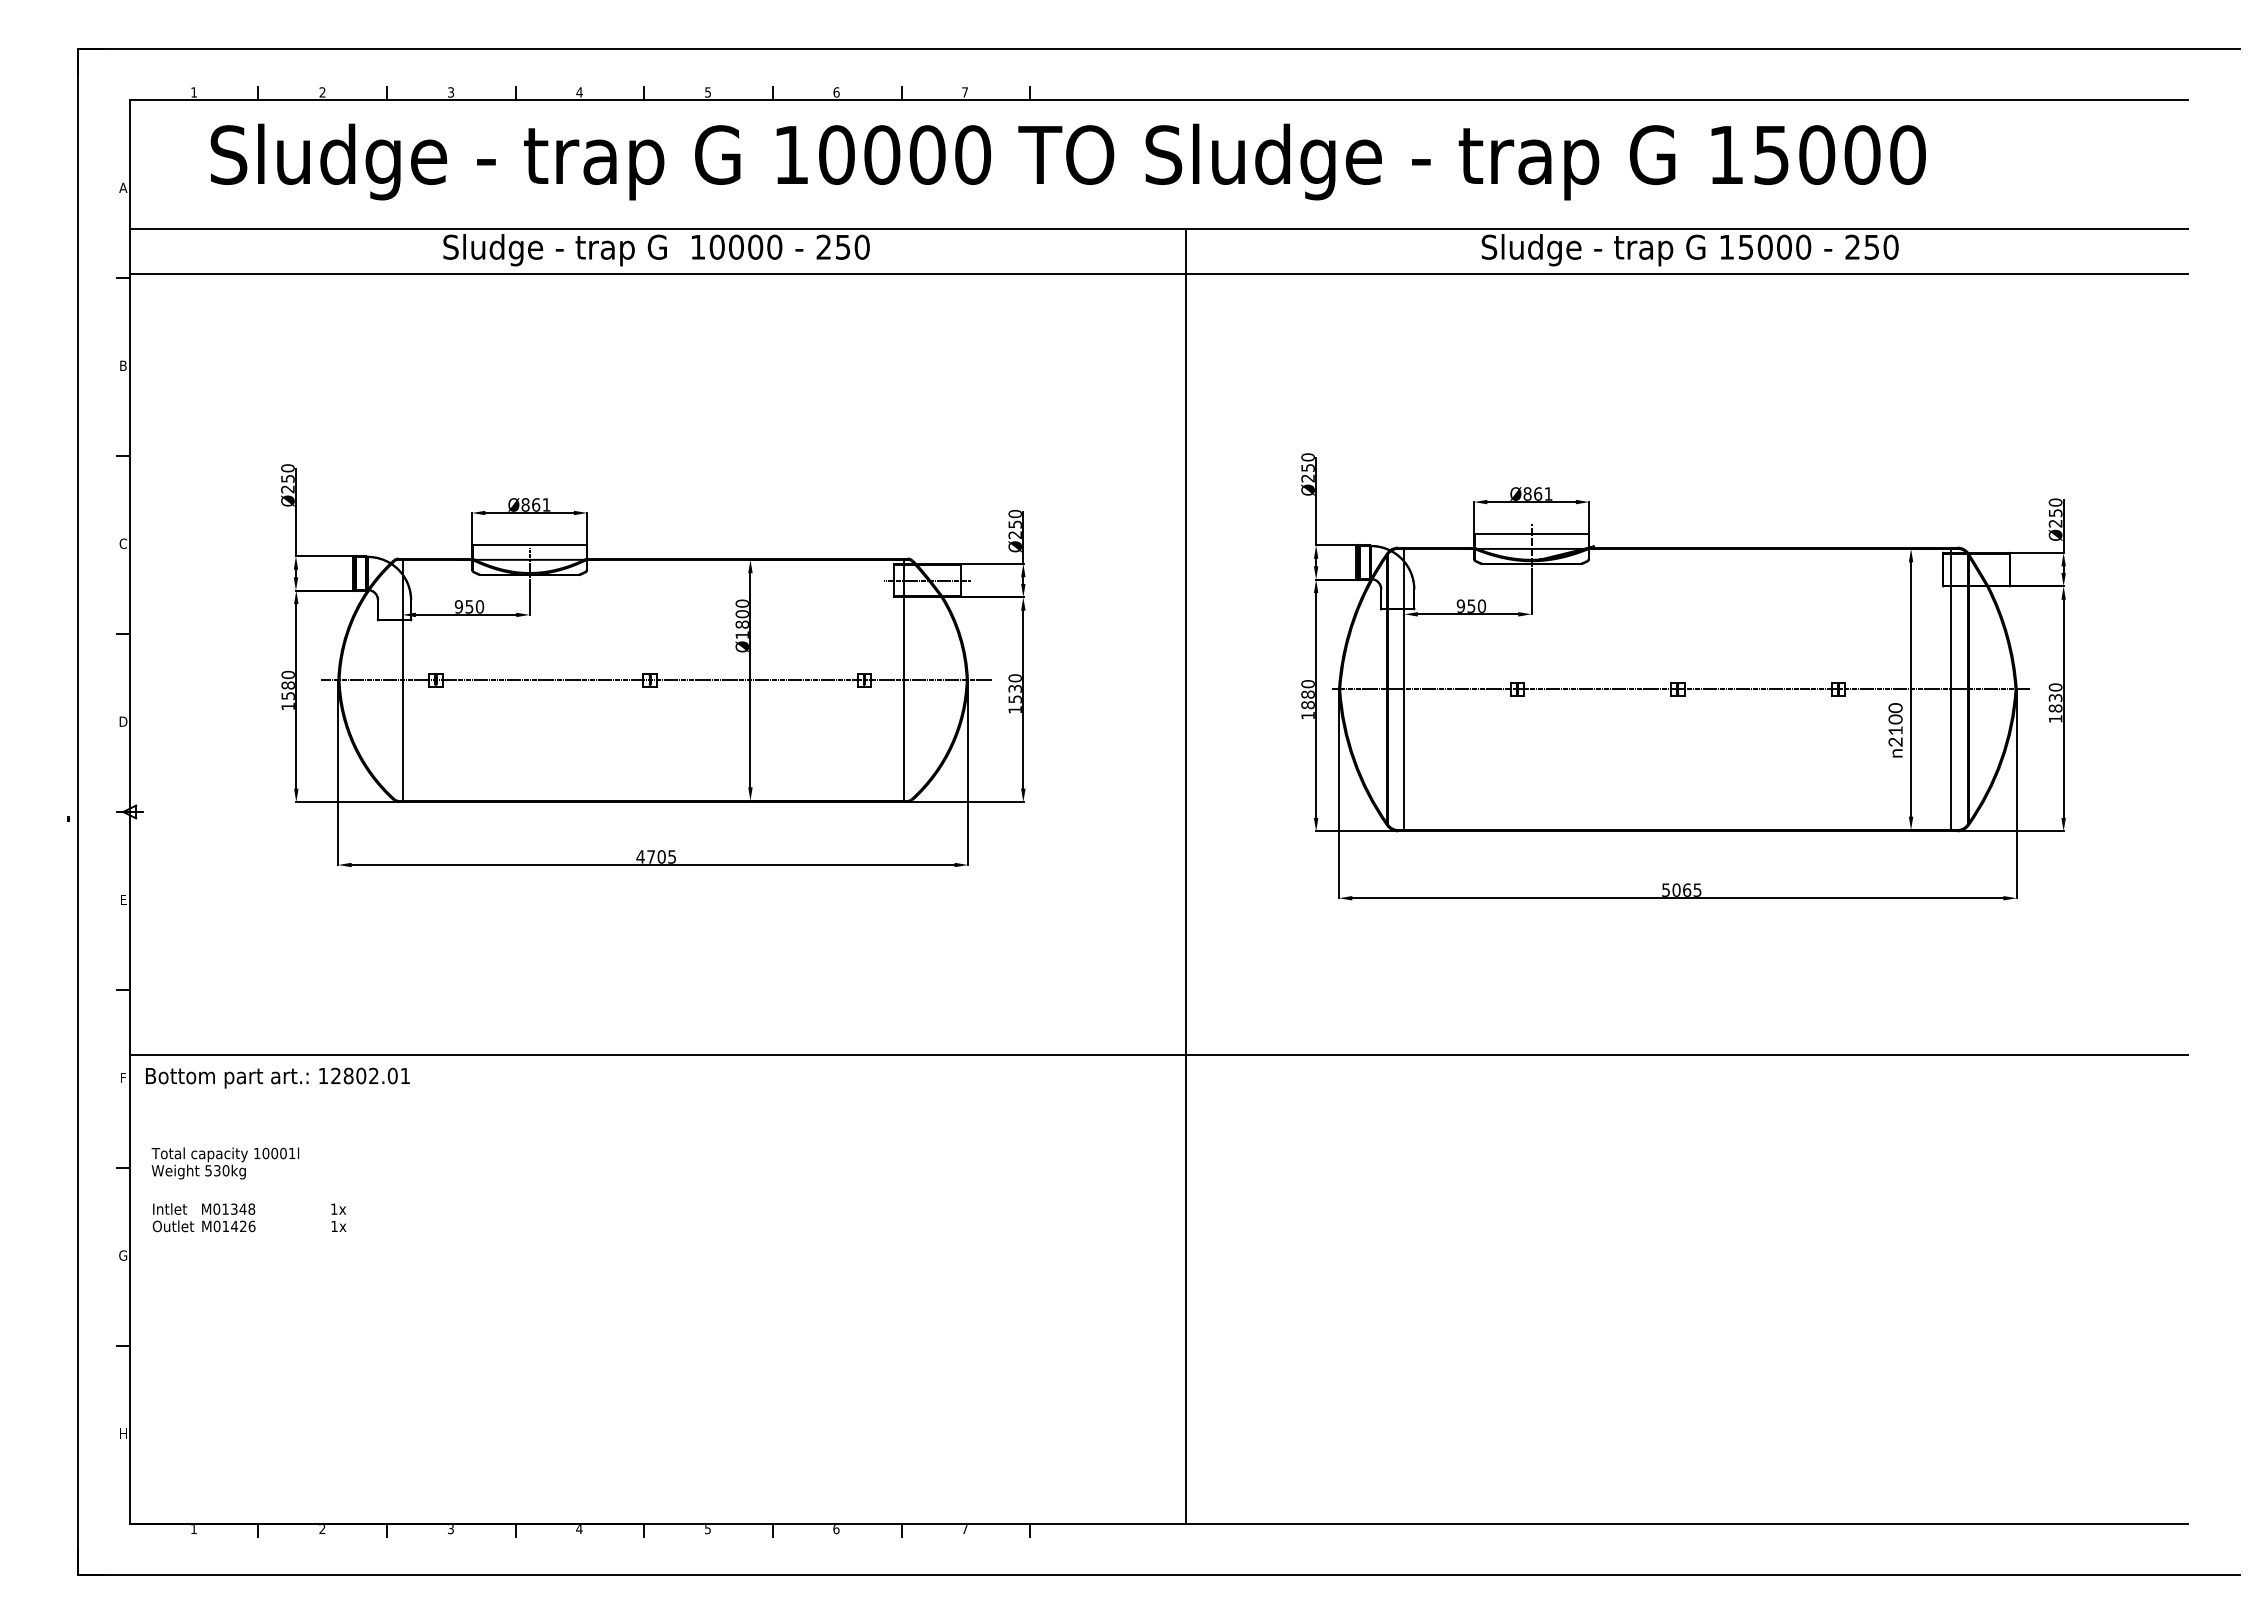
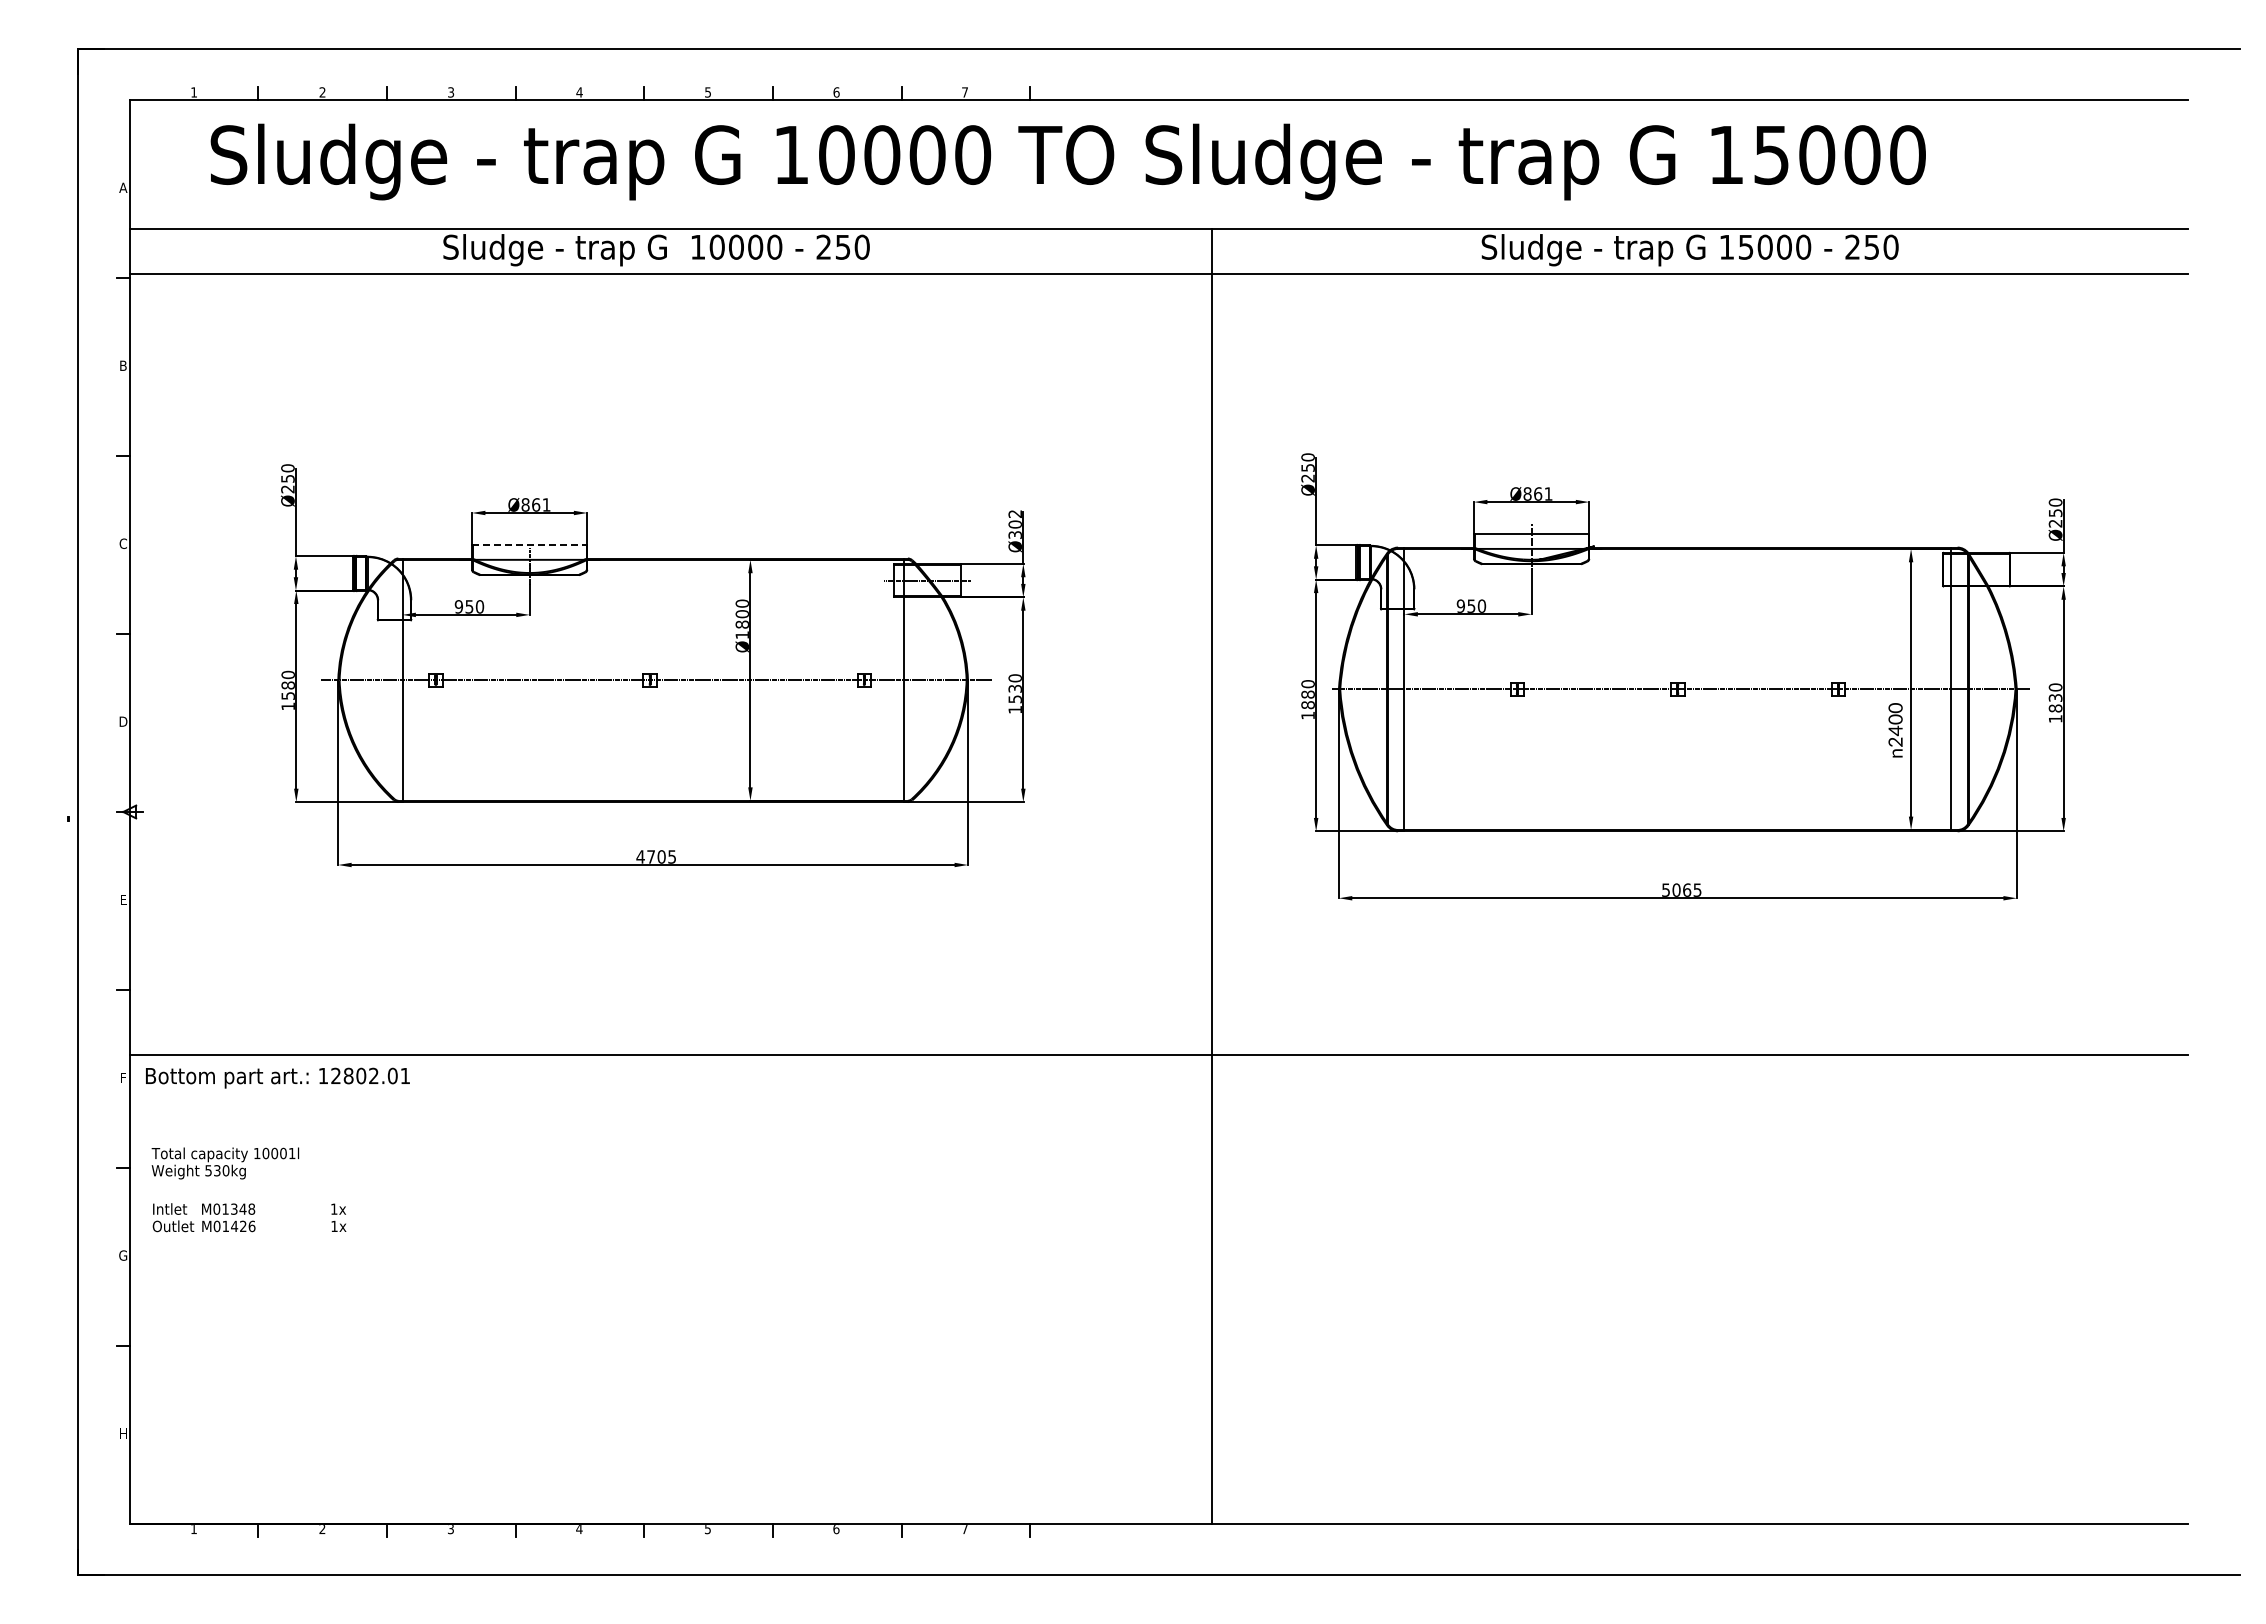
text at (1014, 524): Ø250 -> Ø302
line at (529, 545): solid -> dashed
text at (1895, 730): 2100 -> 2400
line at (1185, 875) position: (1185, 875) -> (1211, 875)
